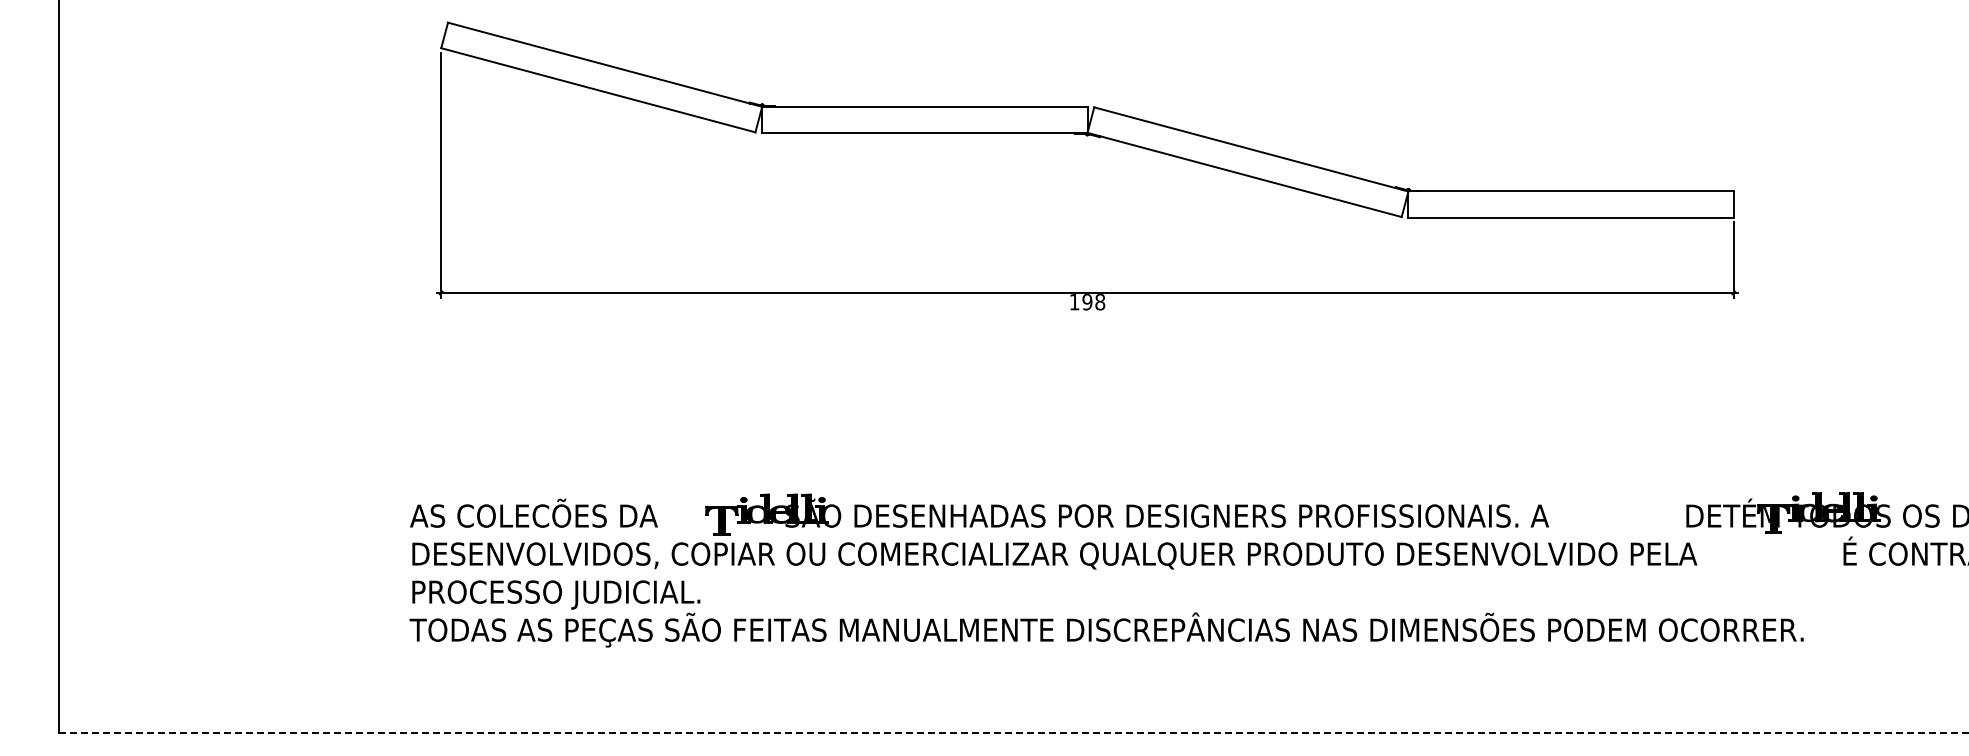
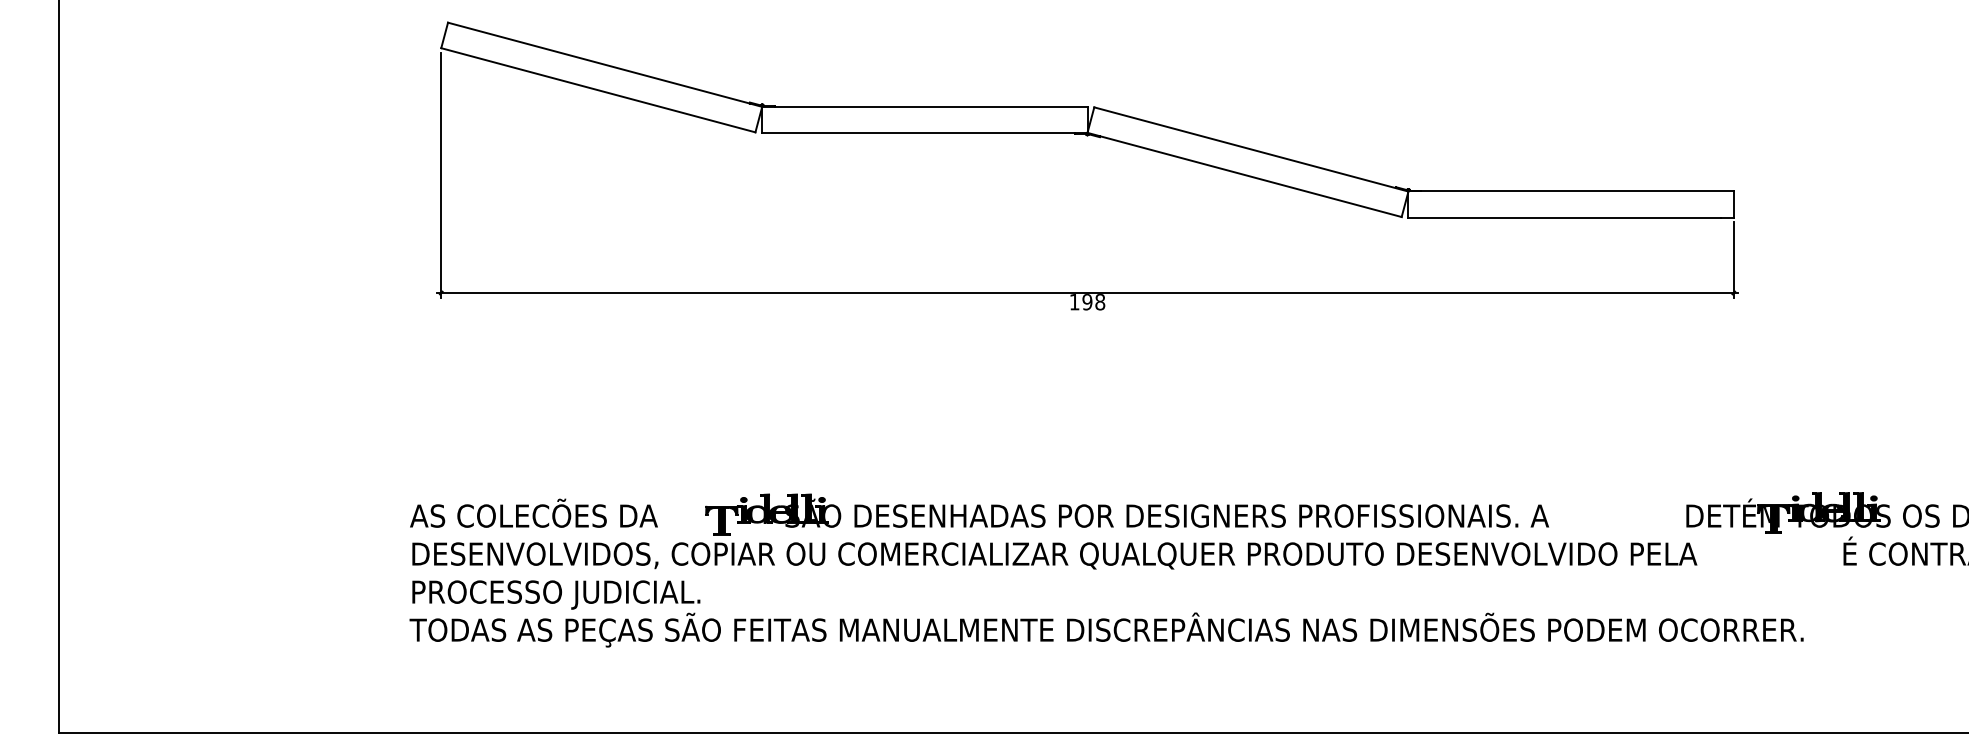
line at (1013, 733): dashed -> solid
